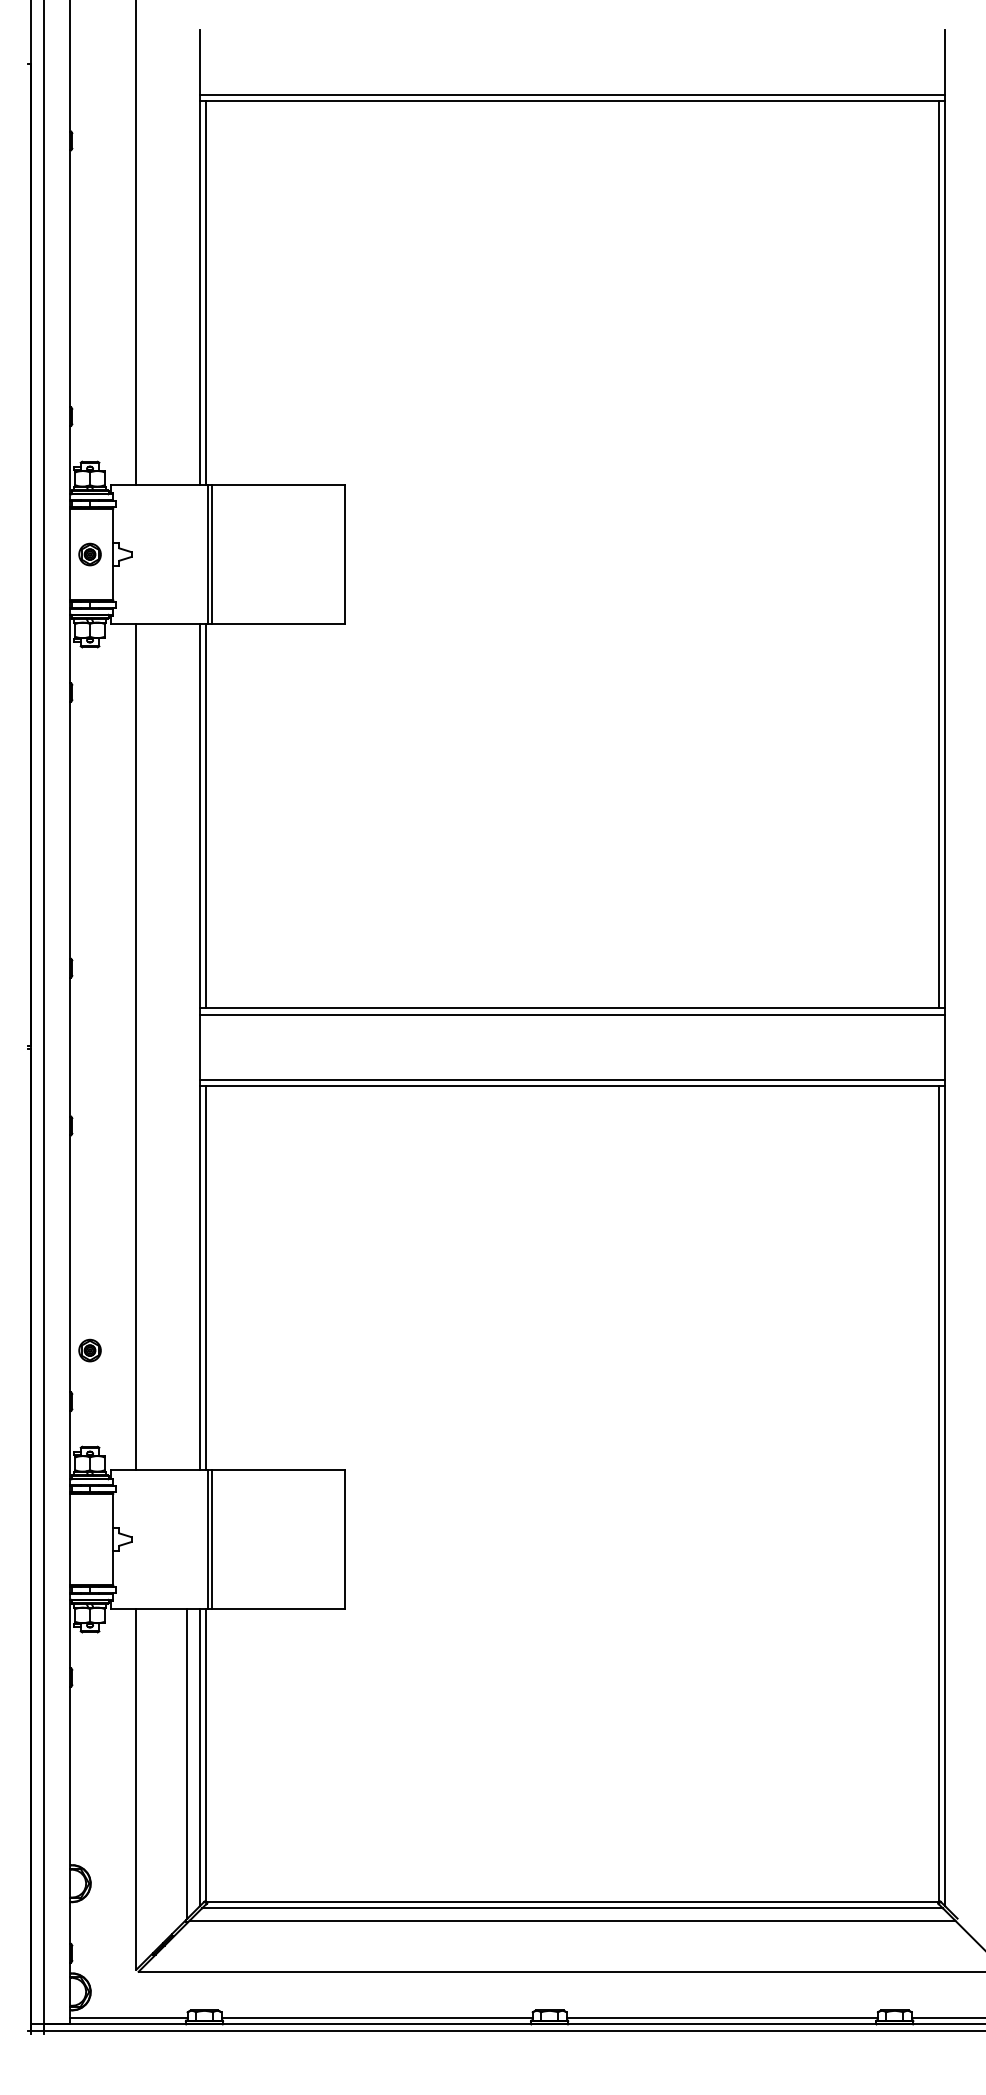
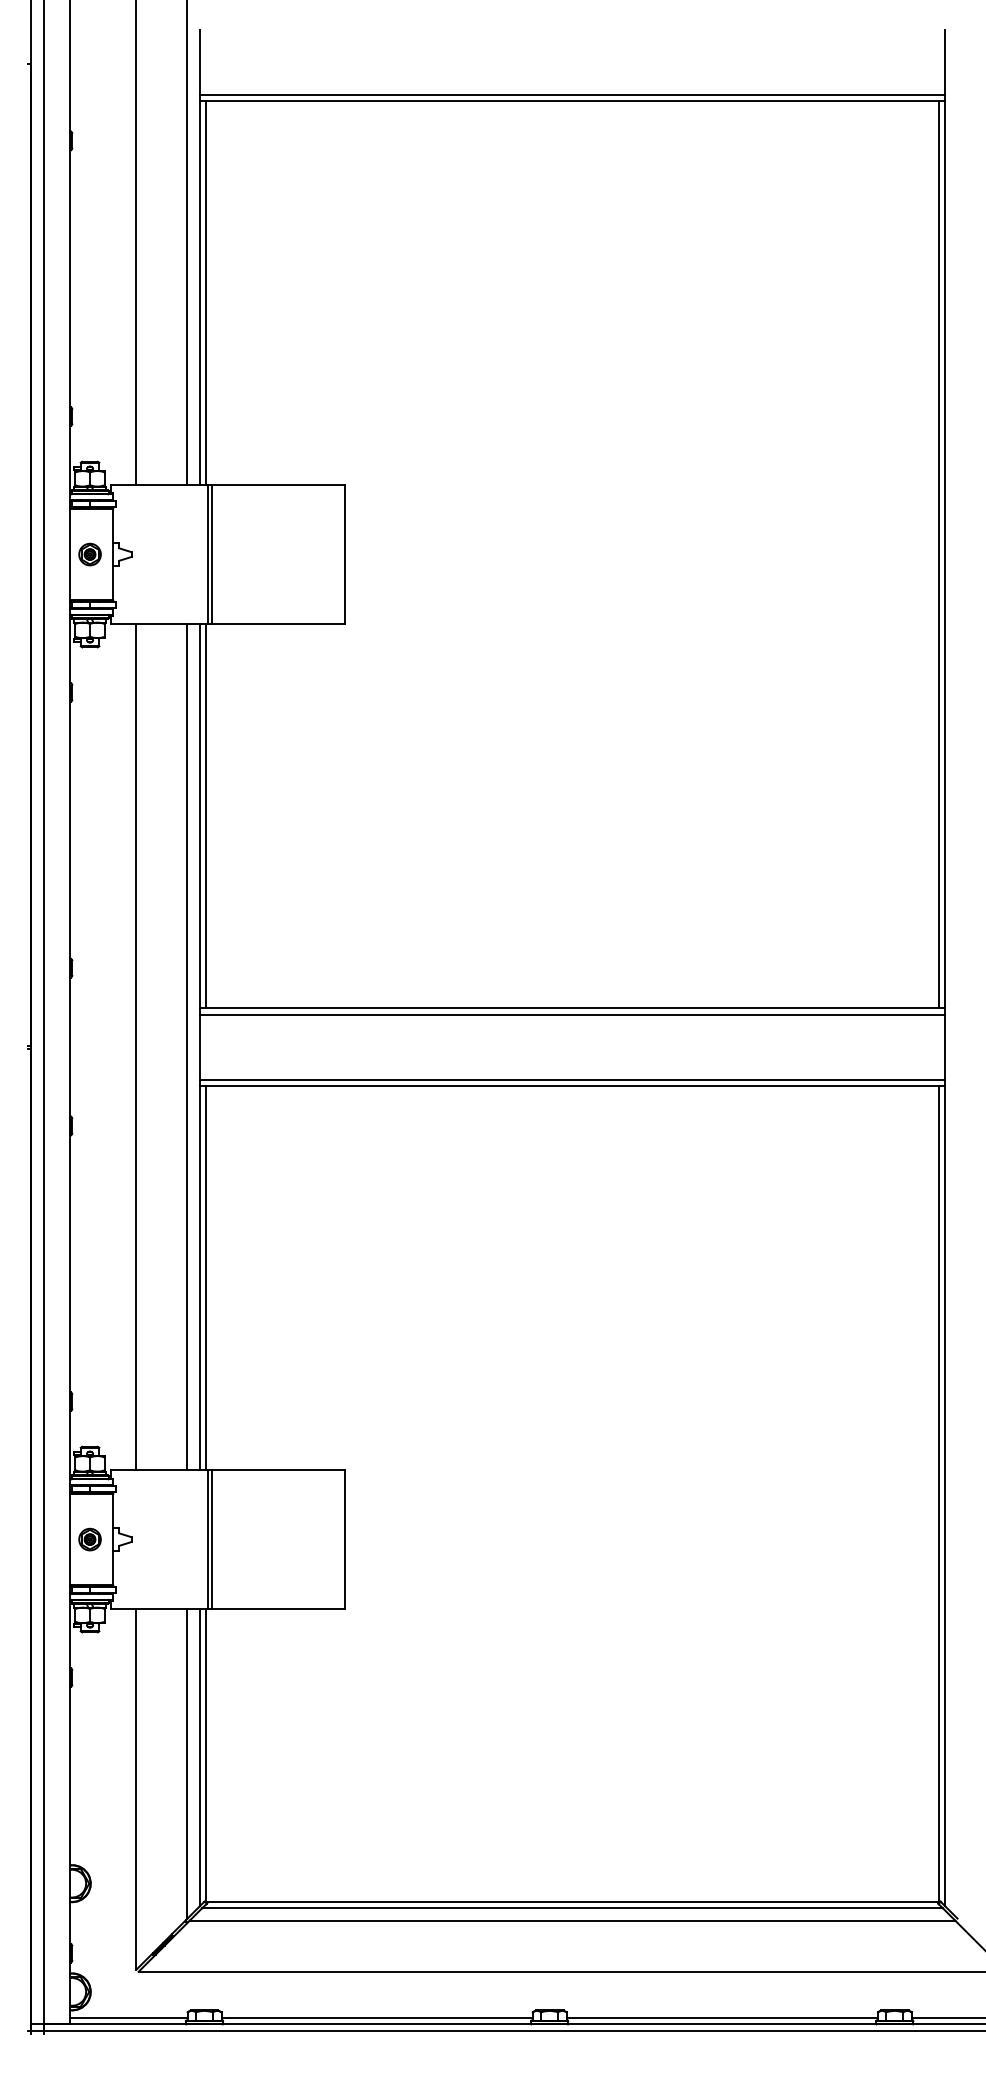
line at (187, 243): none -> present
line at (187, 1047): none -> present
part at (89, 1350) position: (89, 1350) -> (89, 1539)
